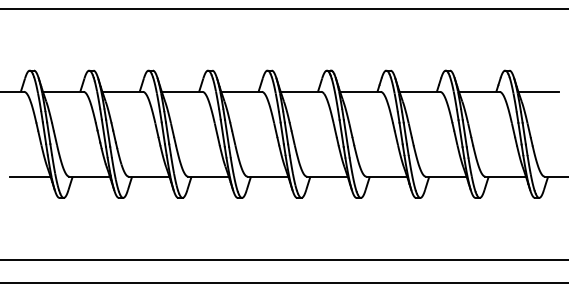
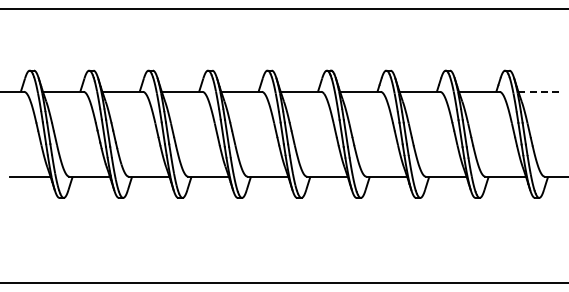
line at (539, 91): solid -> dashed
line at (283, 259): present -> none
